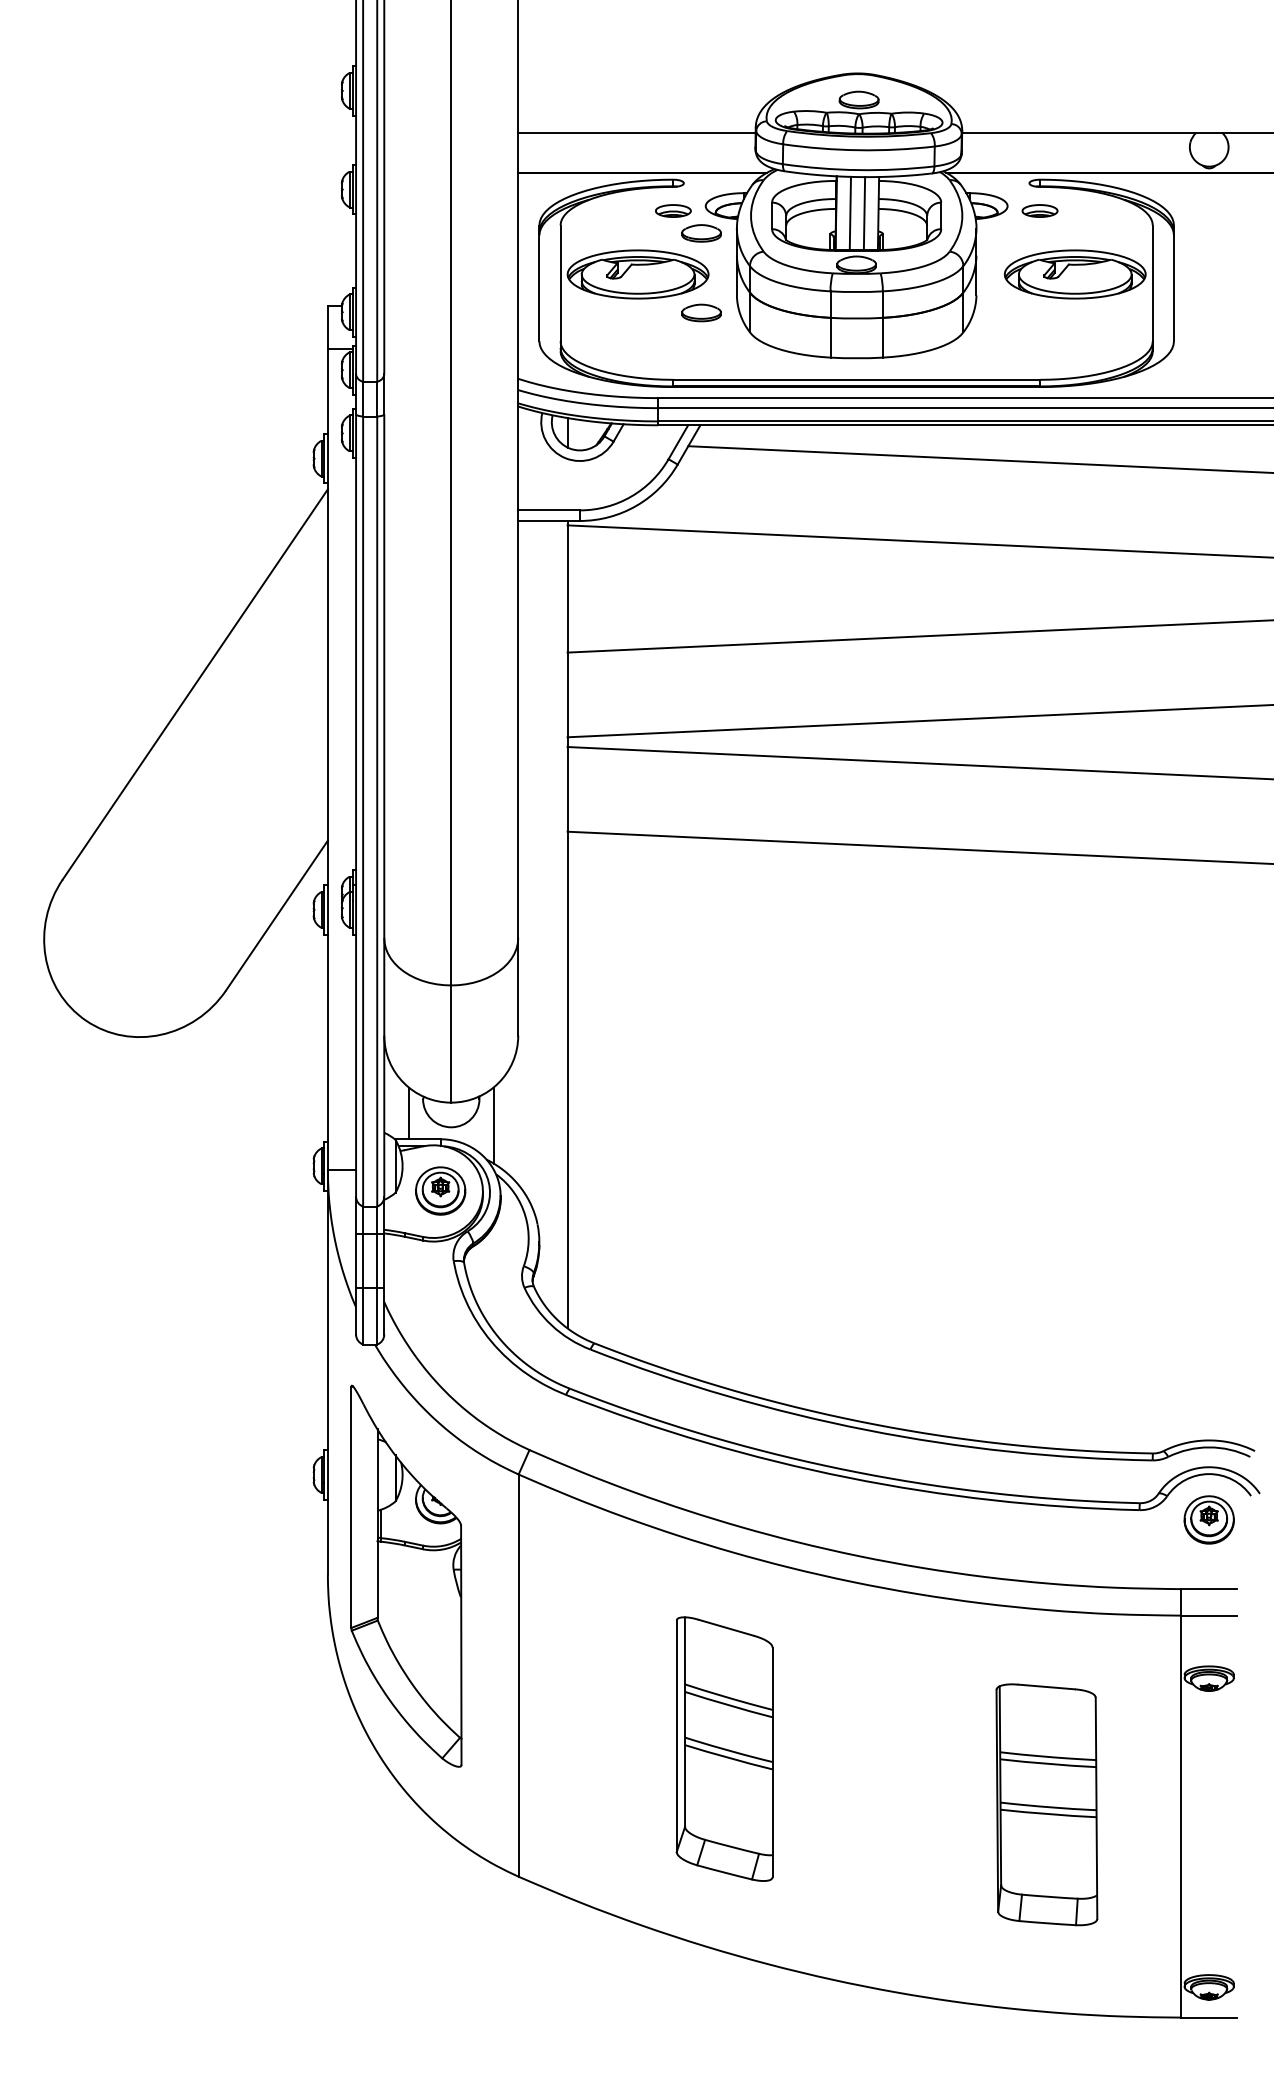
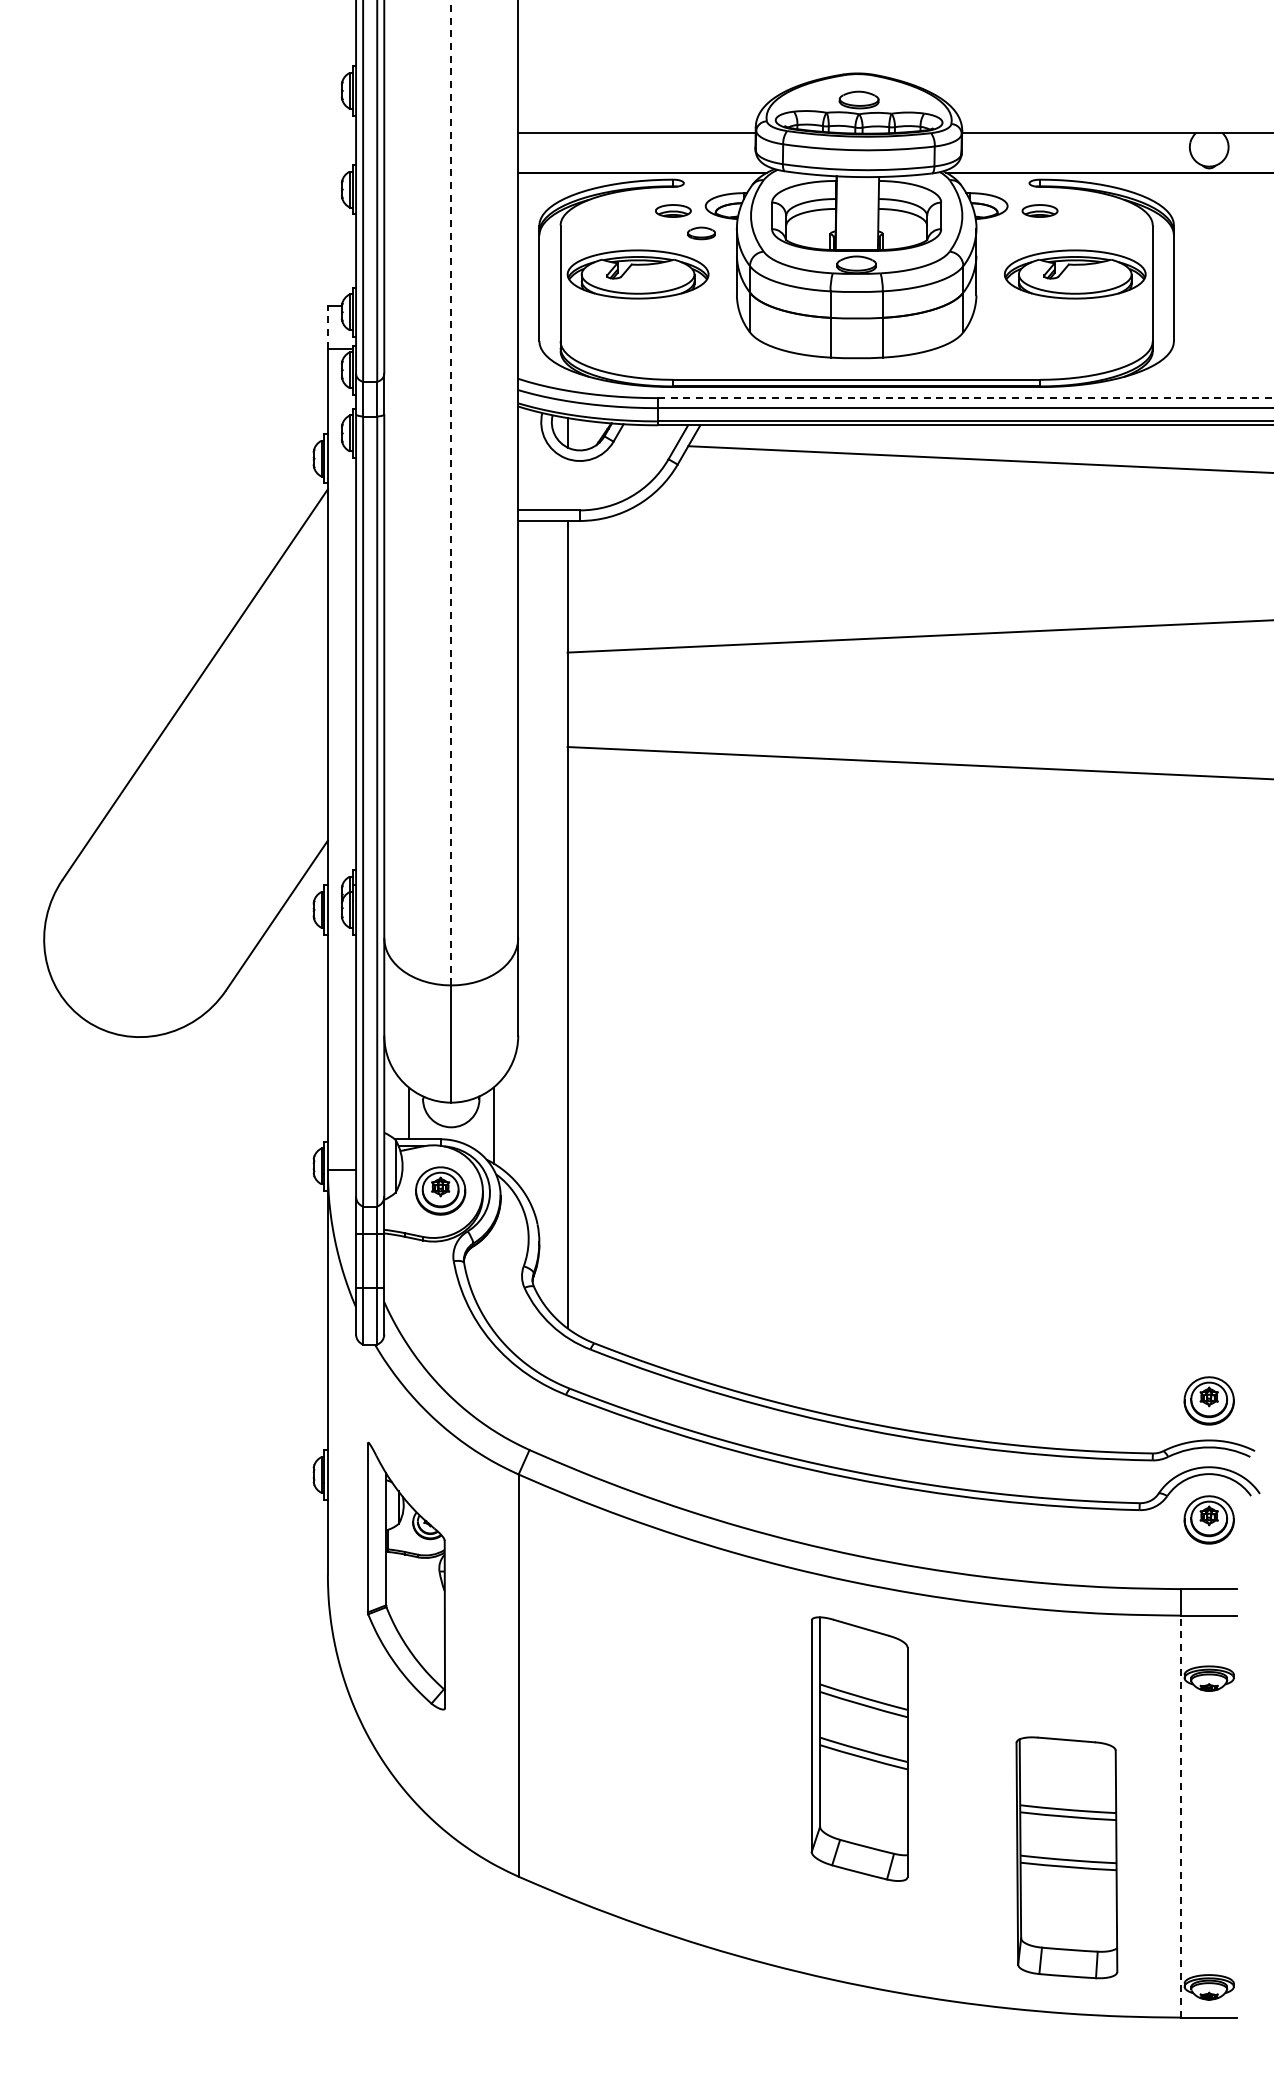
line at (850, 213): present -> none
line at (864, 213): present -> none
part at (701, 233) size: 41x19 px -> 29x15 px
part at (701, 312): present -> none
line at (327, 327): solid -> dashed
line at (965, 398): solid -> dashed
line at (451, 492): solid -> dashed
line at (918, 541): present -> none
line at (918, 721): present -> none
line at (918, 847): present -> none
part at (1208, 1400): none -> present
part at (406, 1575) size: 113x384 px -> 80x270 px
part at (724, 1748) position: (724, 1748) -> (859, 1748)
part at (1046, 1804) position: (1046, 1804) -> (1066, 1857)
line at (1181, 1816): solid -> dashed
